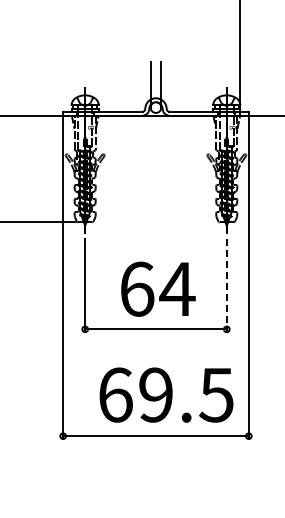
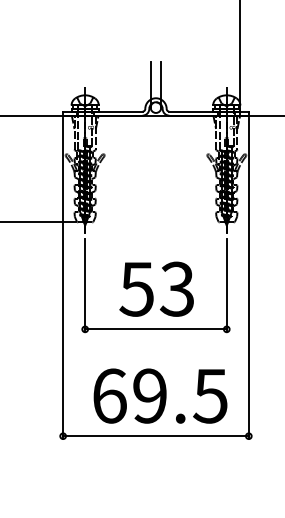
line at (226, 285): dashed -> solid
text at (157, 288): 64 -> 53
text at (166, 394) position: (166, 394) -> (160, 395)
